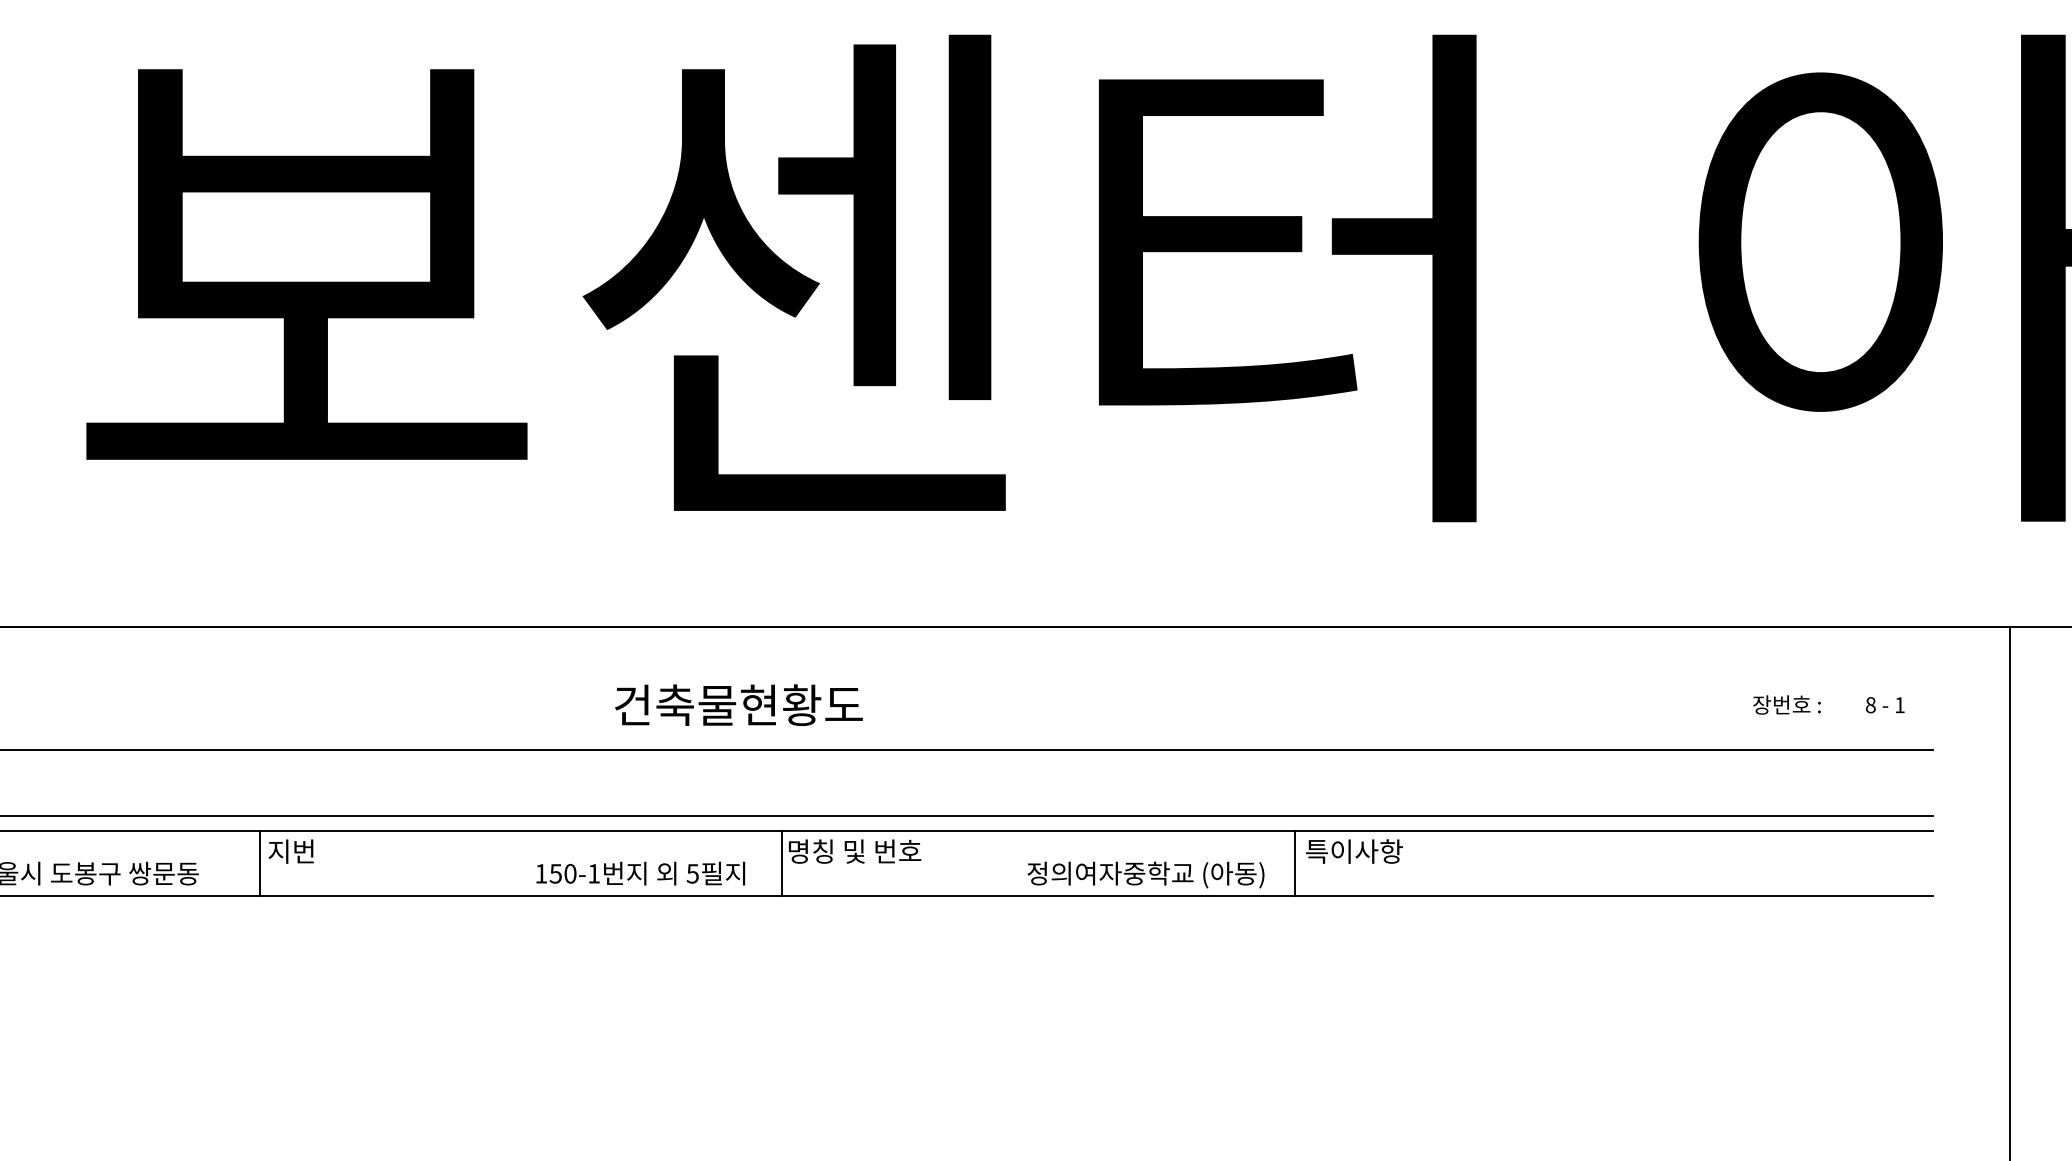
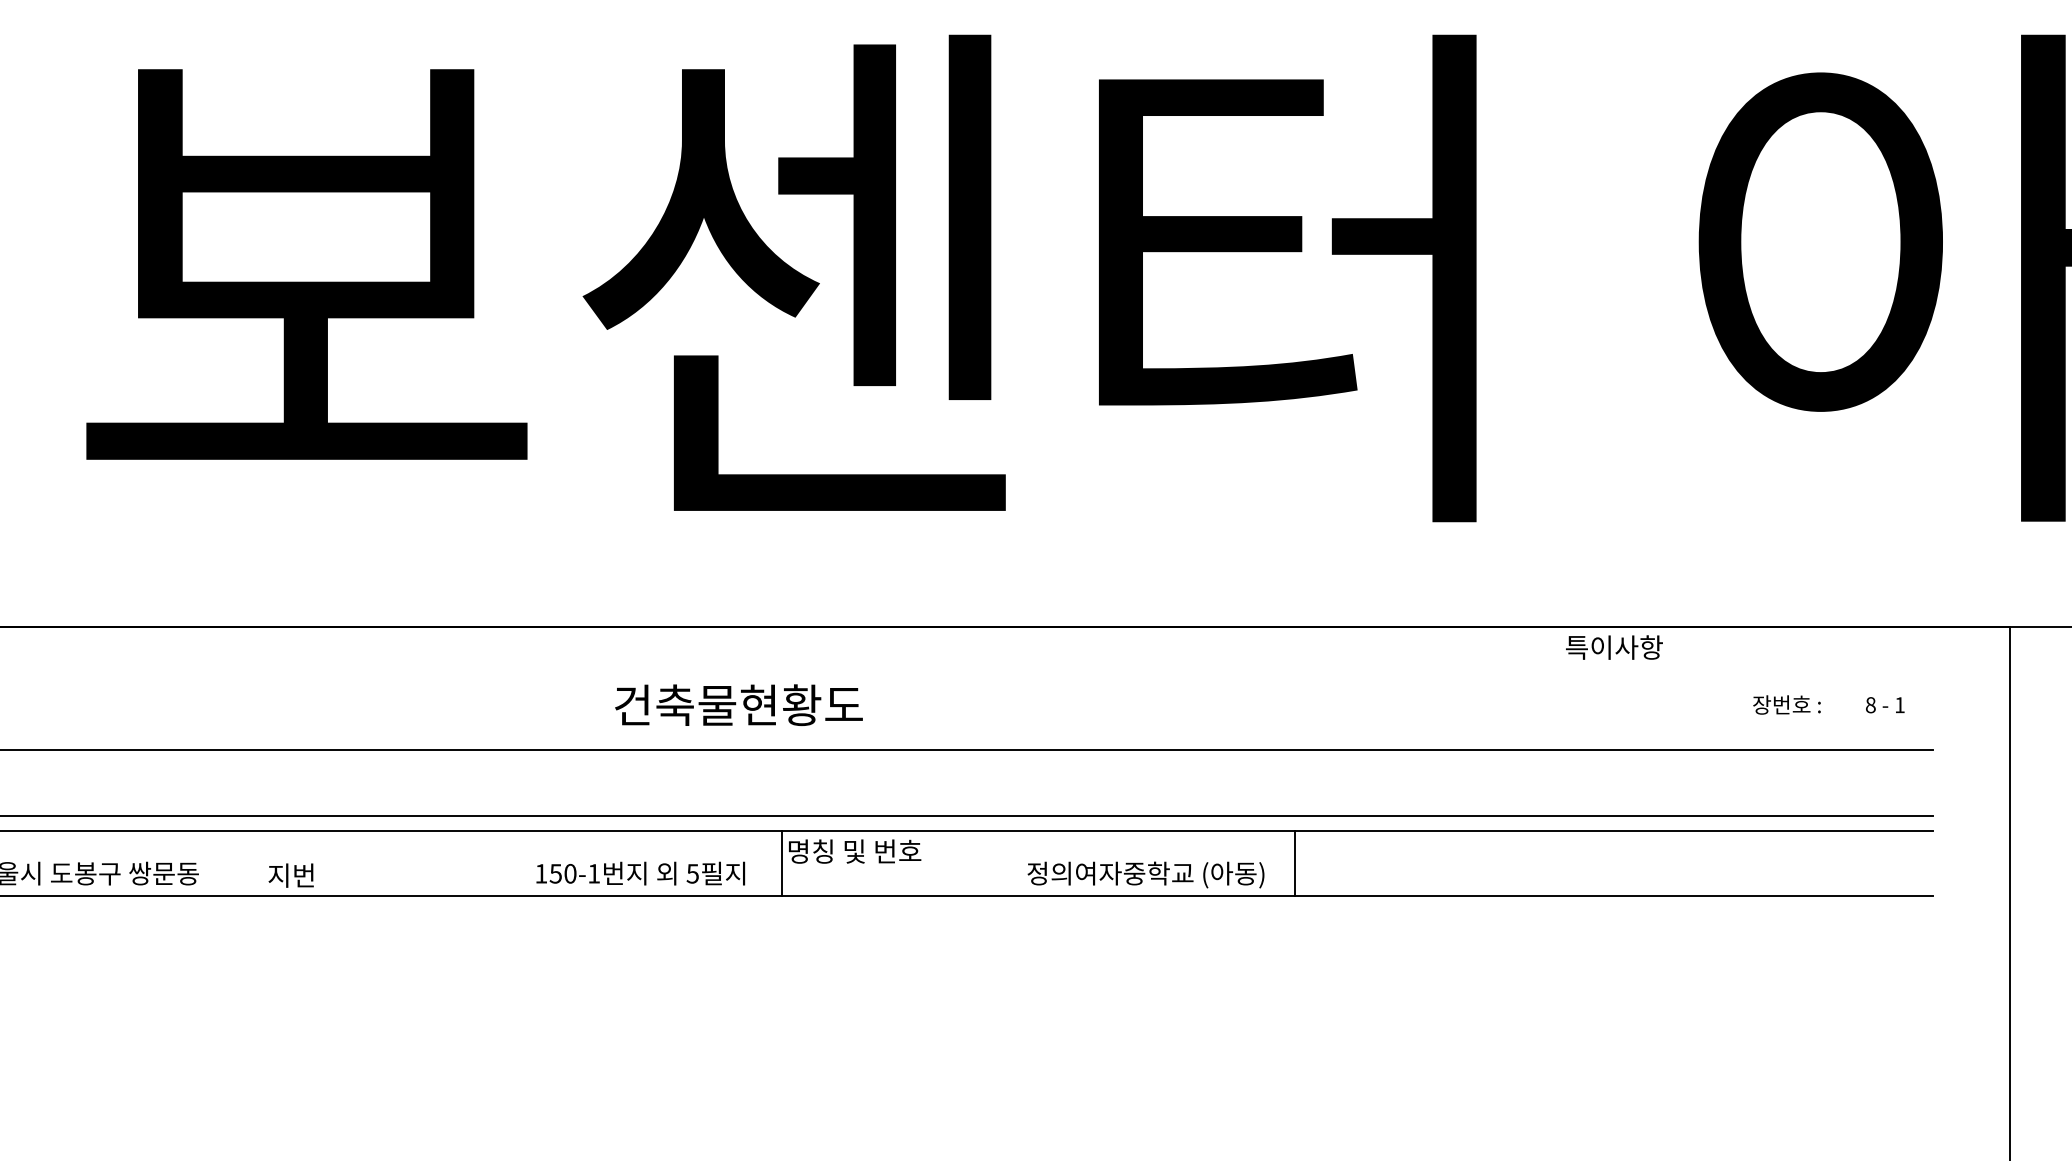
text at (290, 851) position: (290, 851) -> (290, 875)
text at (1354, 851) position: (1354, 851) -> (1614, 647)
line at (260, 863): present -> none
